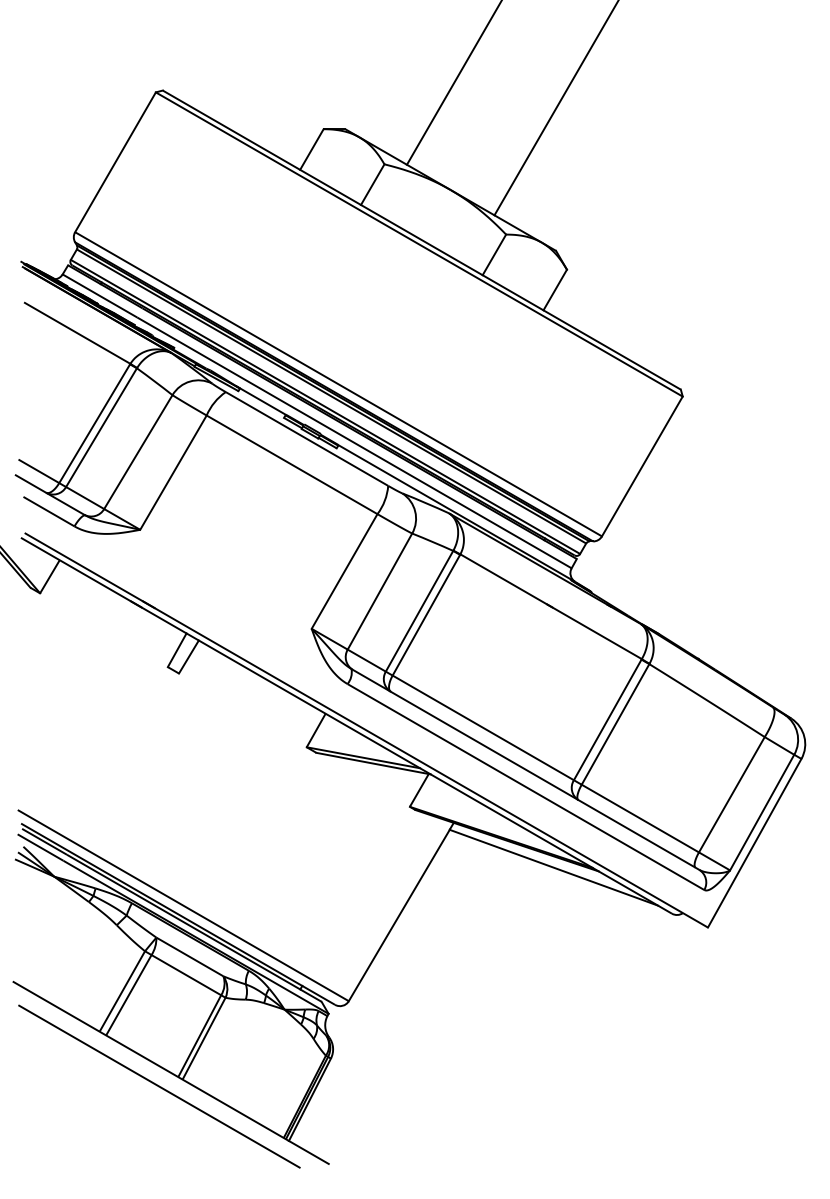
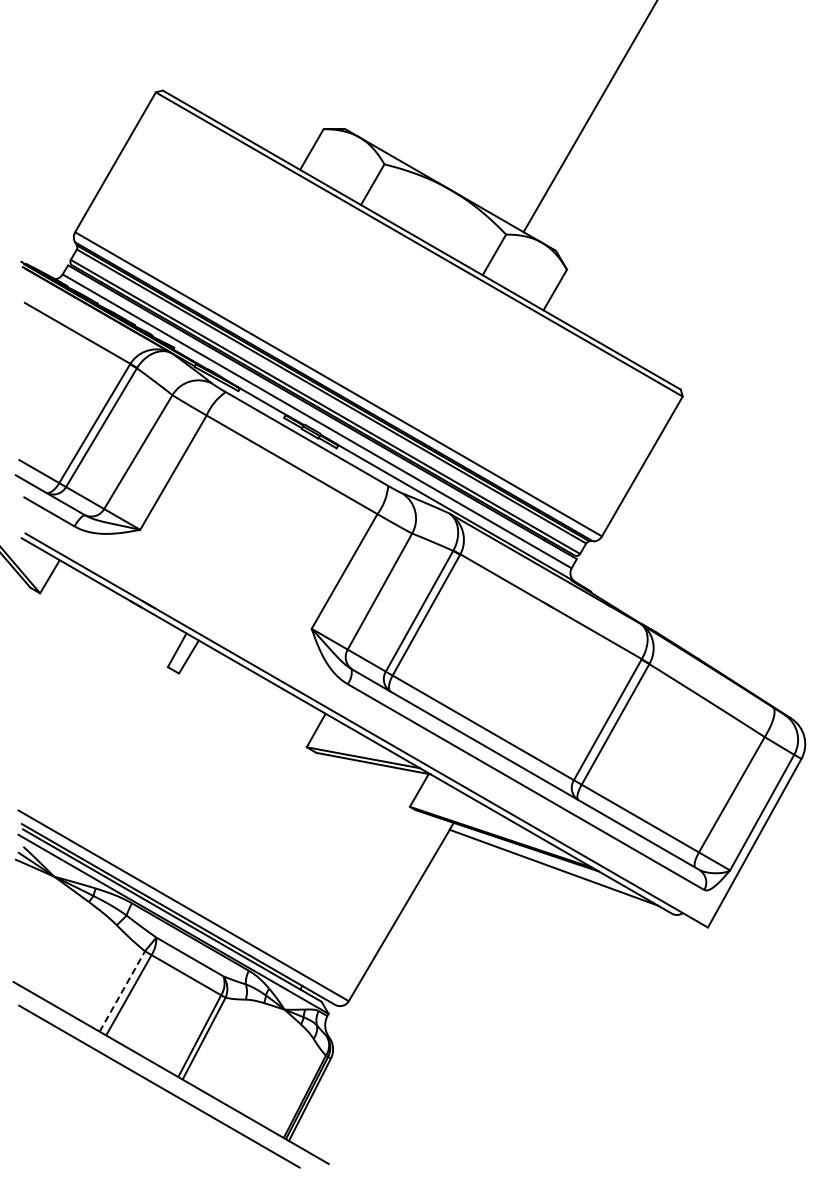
line at (453, 83): present -> none
line at (555, 108) position: (555, 108) -> (589, 117)
line at (122, 992): solid -> dashed
